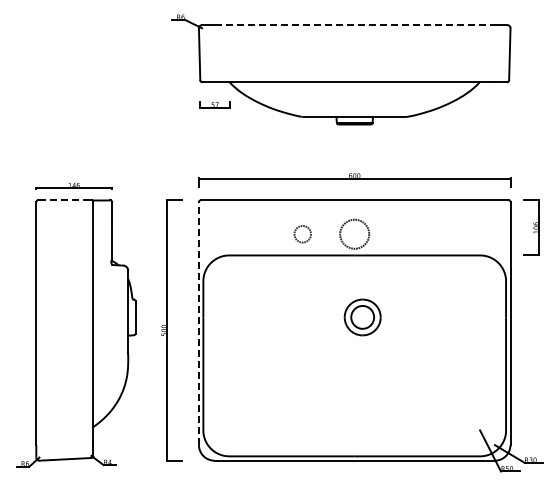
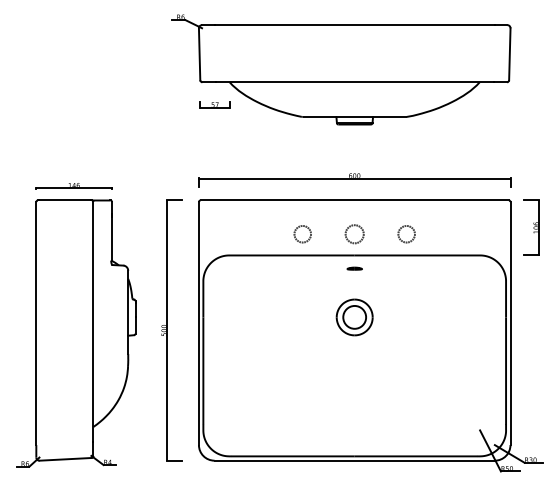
line at (355, 25): dashed -> solid
line at (65, 200): dashed -> solid
circle at (354, 233) diameter: 29 px -> 18 px
circle at (406, 234): none -> present
part at (354, 268): none -> present
part at (362, 317) position: (362, 317) -> (354, 317)
line at (198, 323): dashed -> solid
